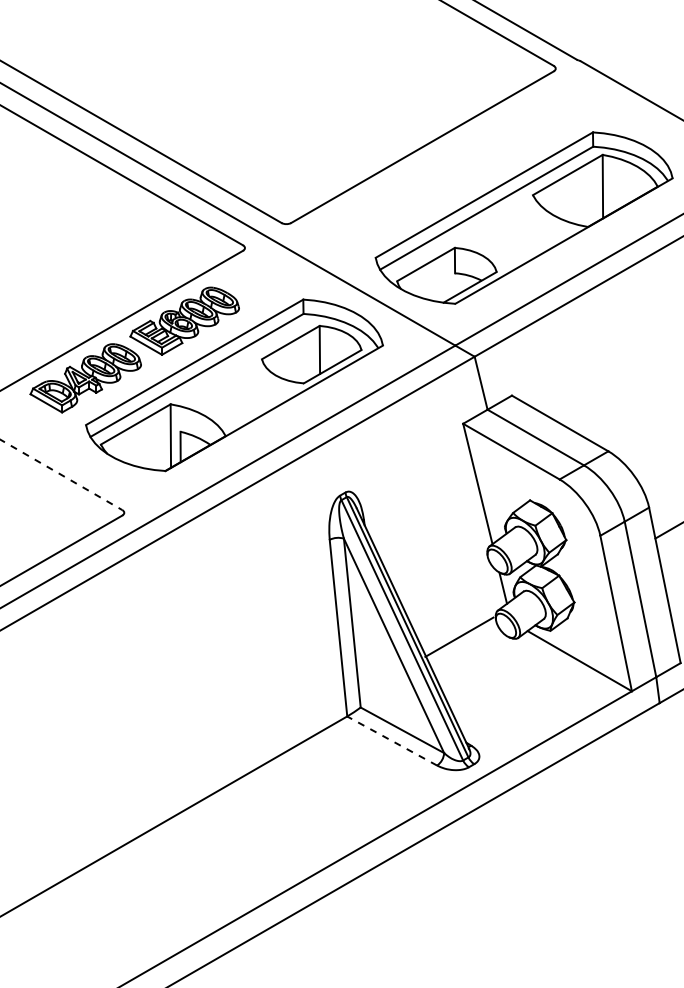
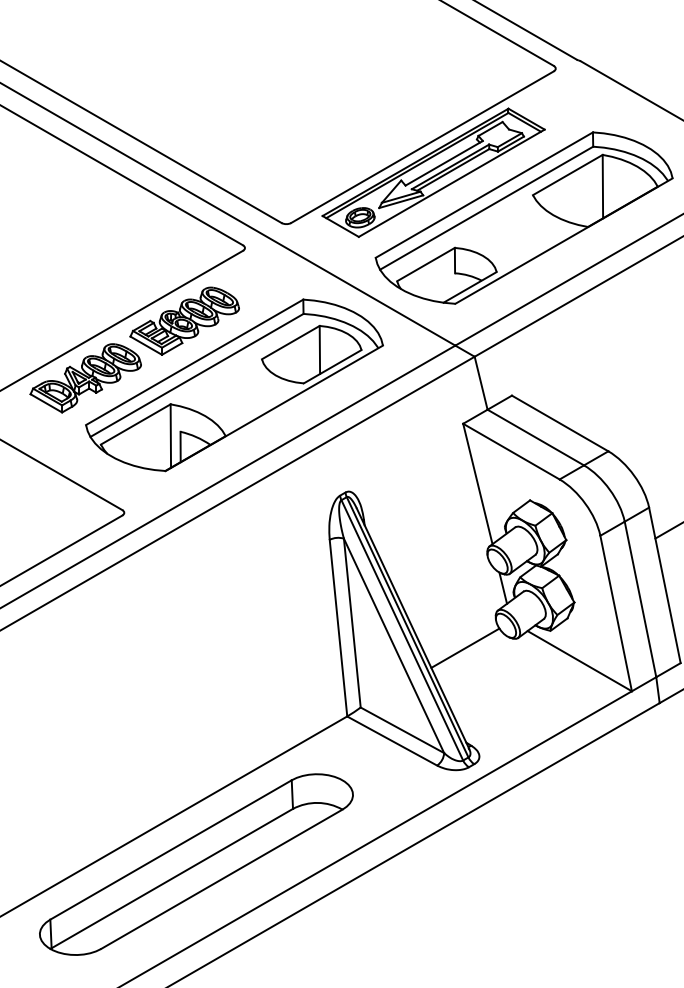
part at (433, 172): none -> present
line at (62, 475): dashed -> solid
line at (459, 636) position: (459, 636) -> (465, 647)
line at (391, 740): dashed -> solid
part at (196, 864): none -> present
